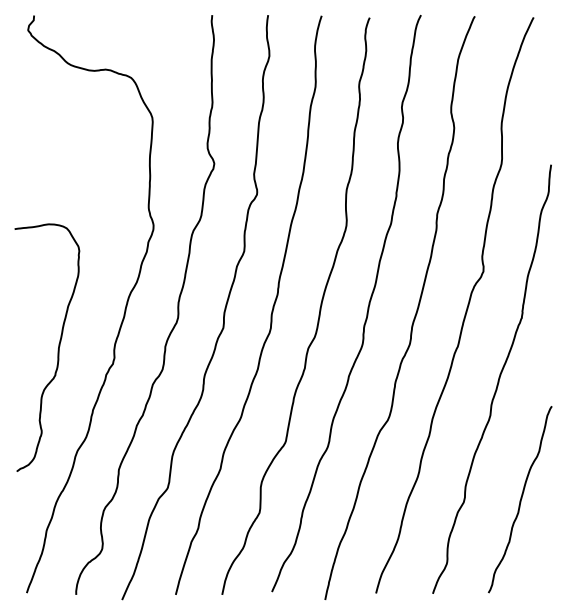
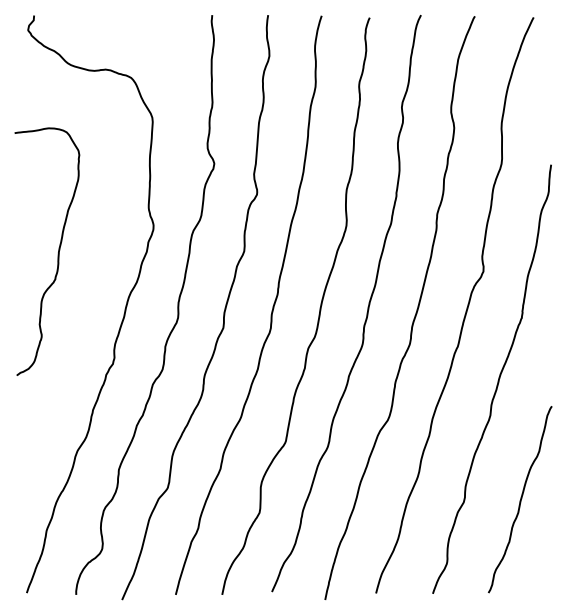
curve at (57, 349) position: (57, 349) -> (57, 253)
